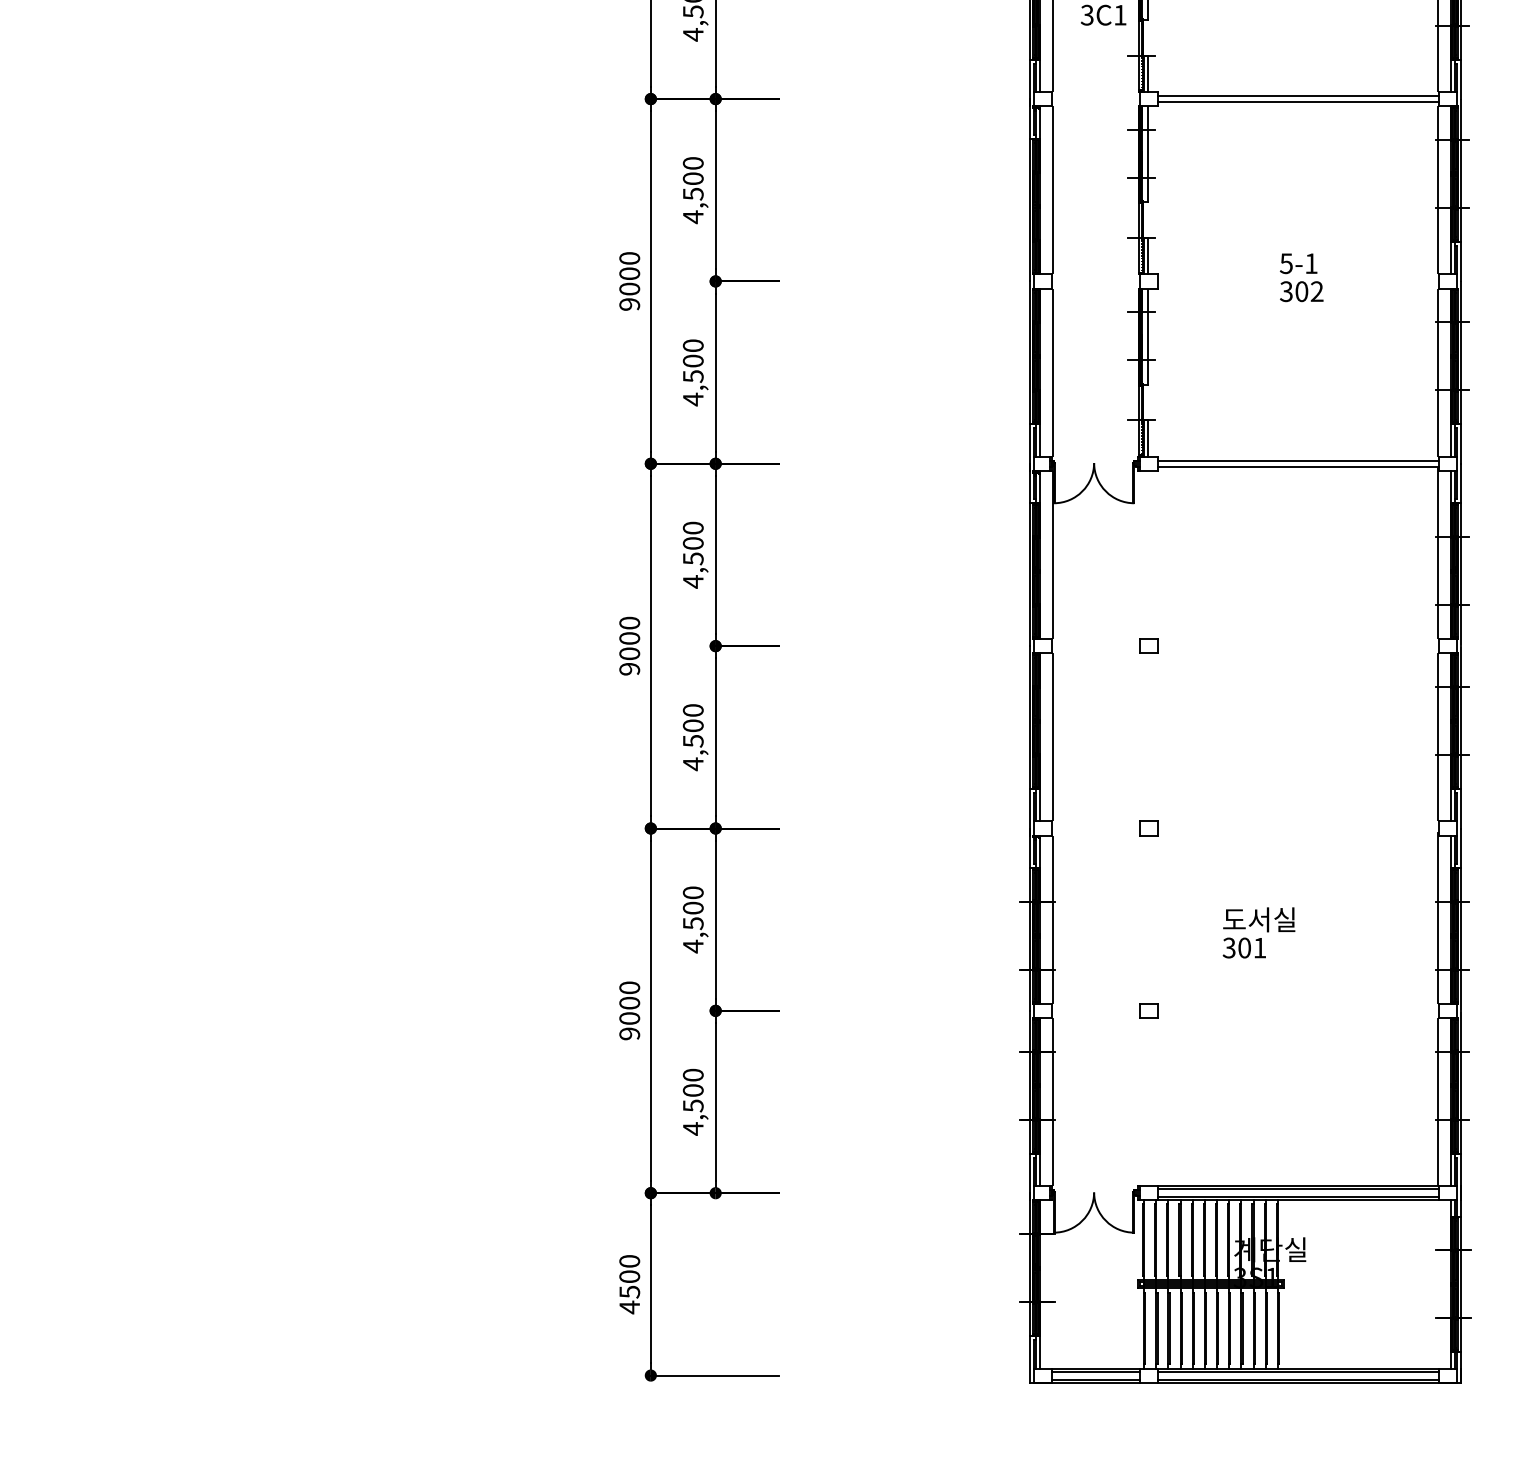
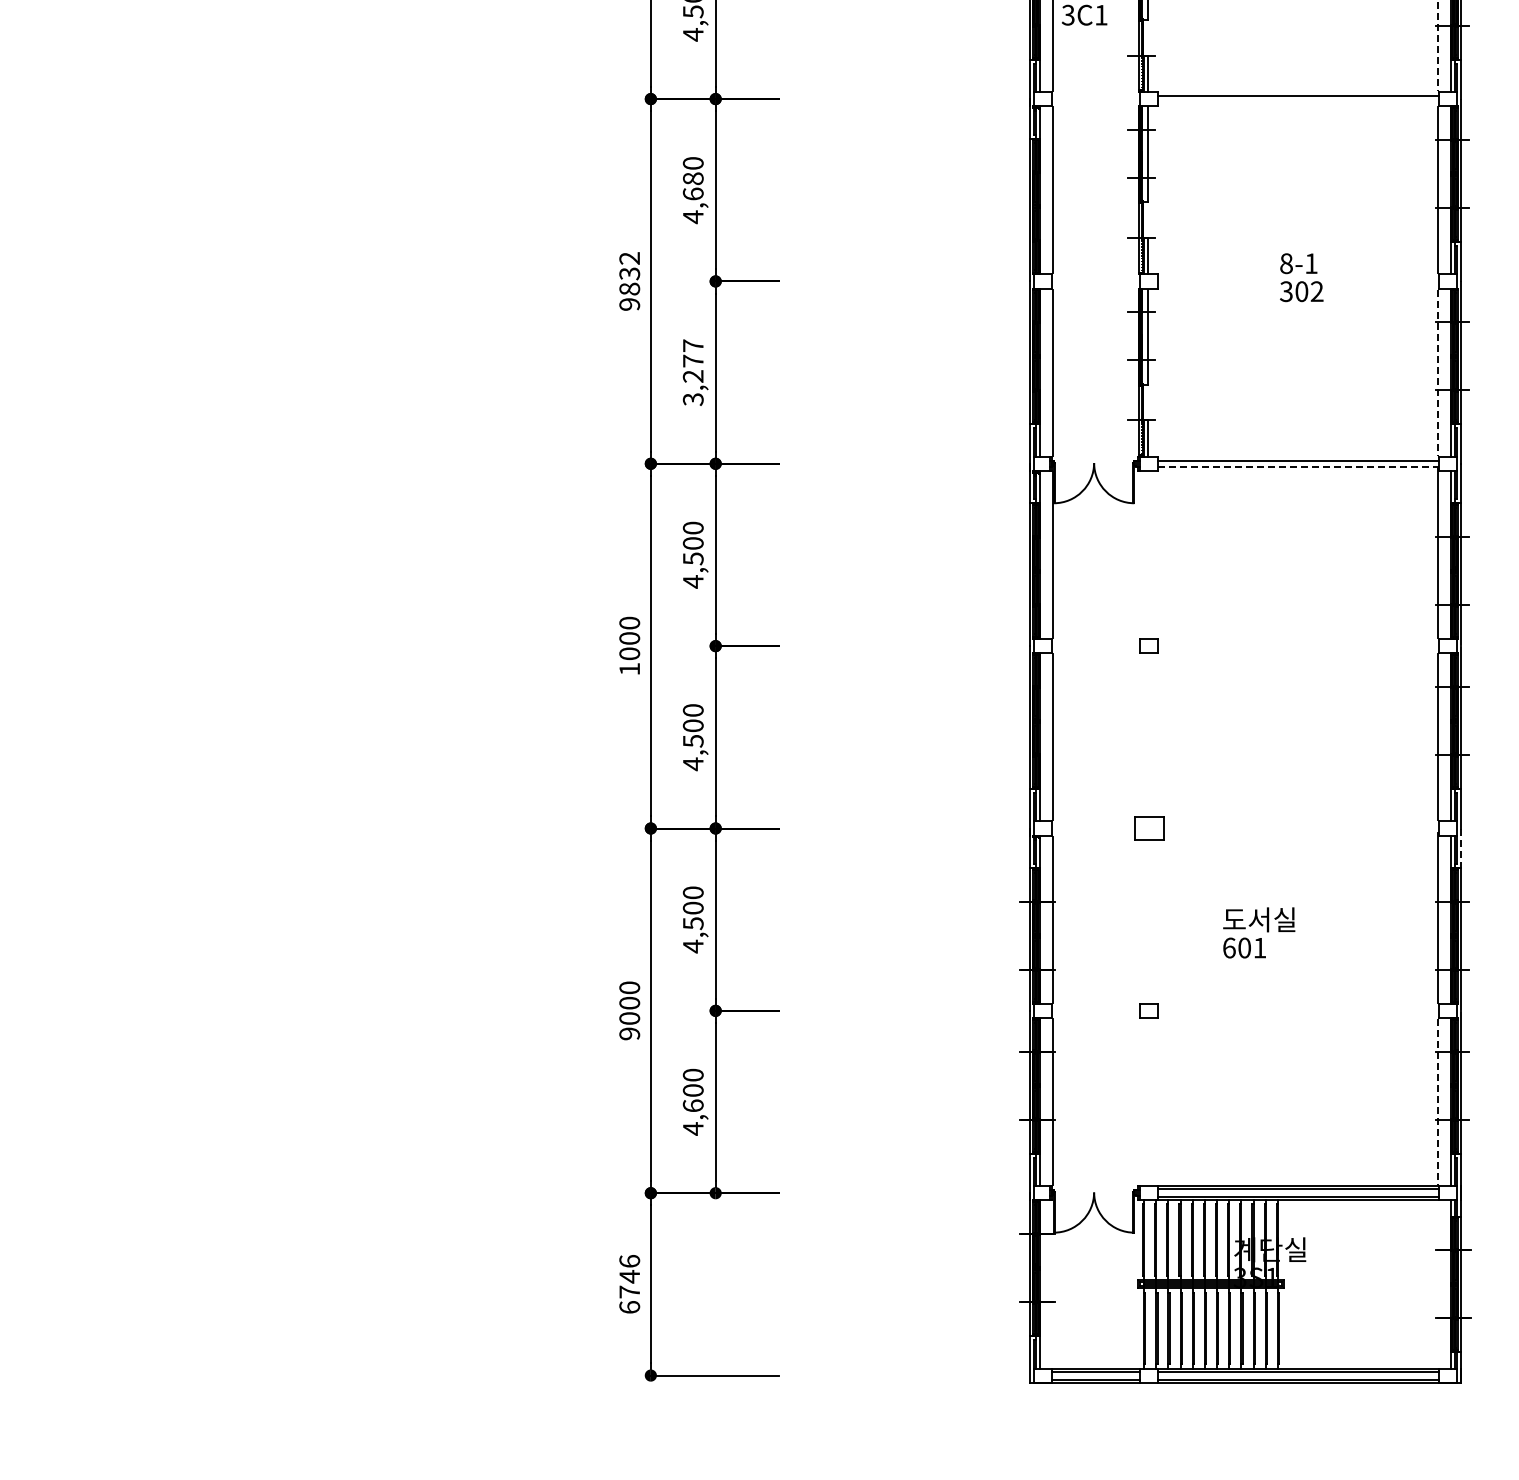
text at (1103, 14) position: (1103, 14) -> (1084, 14)
line at (1437, 46): solid -> dashed
line at (1298, 102): present -> none
text at (692, 186): 4,500 -> 4,680
text at (1285, 263): 5-1 -> 8-1
text at (629, 273): 9000 -> 9832
text at (692, 372): 4,500 -> 3,277
line at (1437, 373): solid -> dashed
line at (1299, 466): solid -> dashed
text at (629, 669): 9000 -> 1000
part at (1148, 828) size: 20x17 px -> 31x25 px
line at (1461, 848): solid -> dashed
text at (1228, 947): 301 -> 601
line at (1437, 1102): solid -> dashed
text at (692, 1105): 4,500 -> 4,600
text at (629, 1284): 4500 -> 6746
